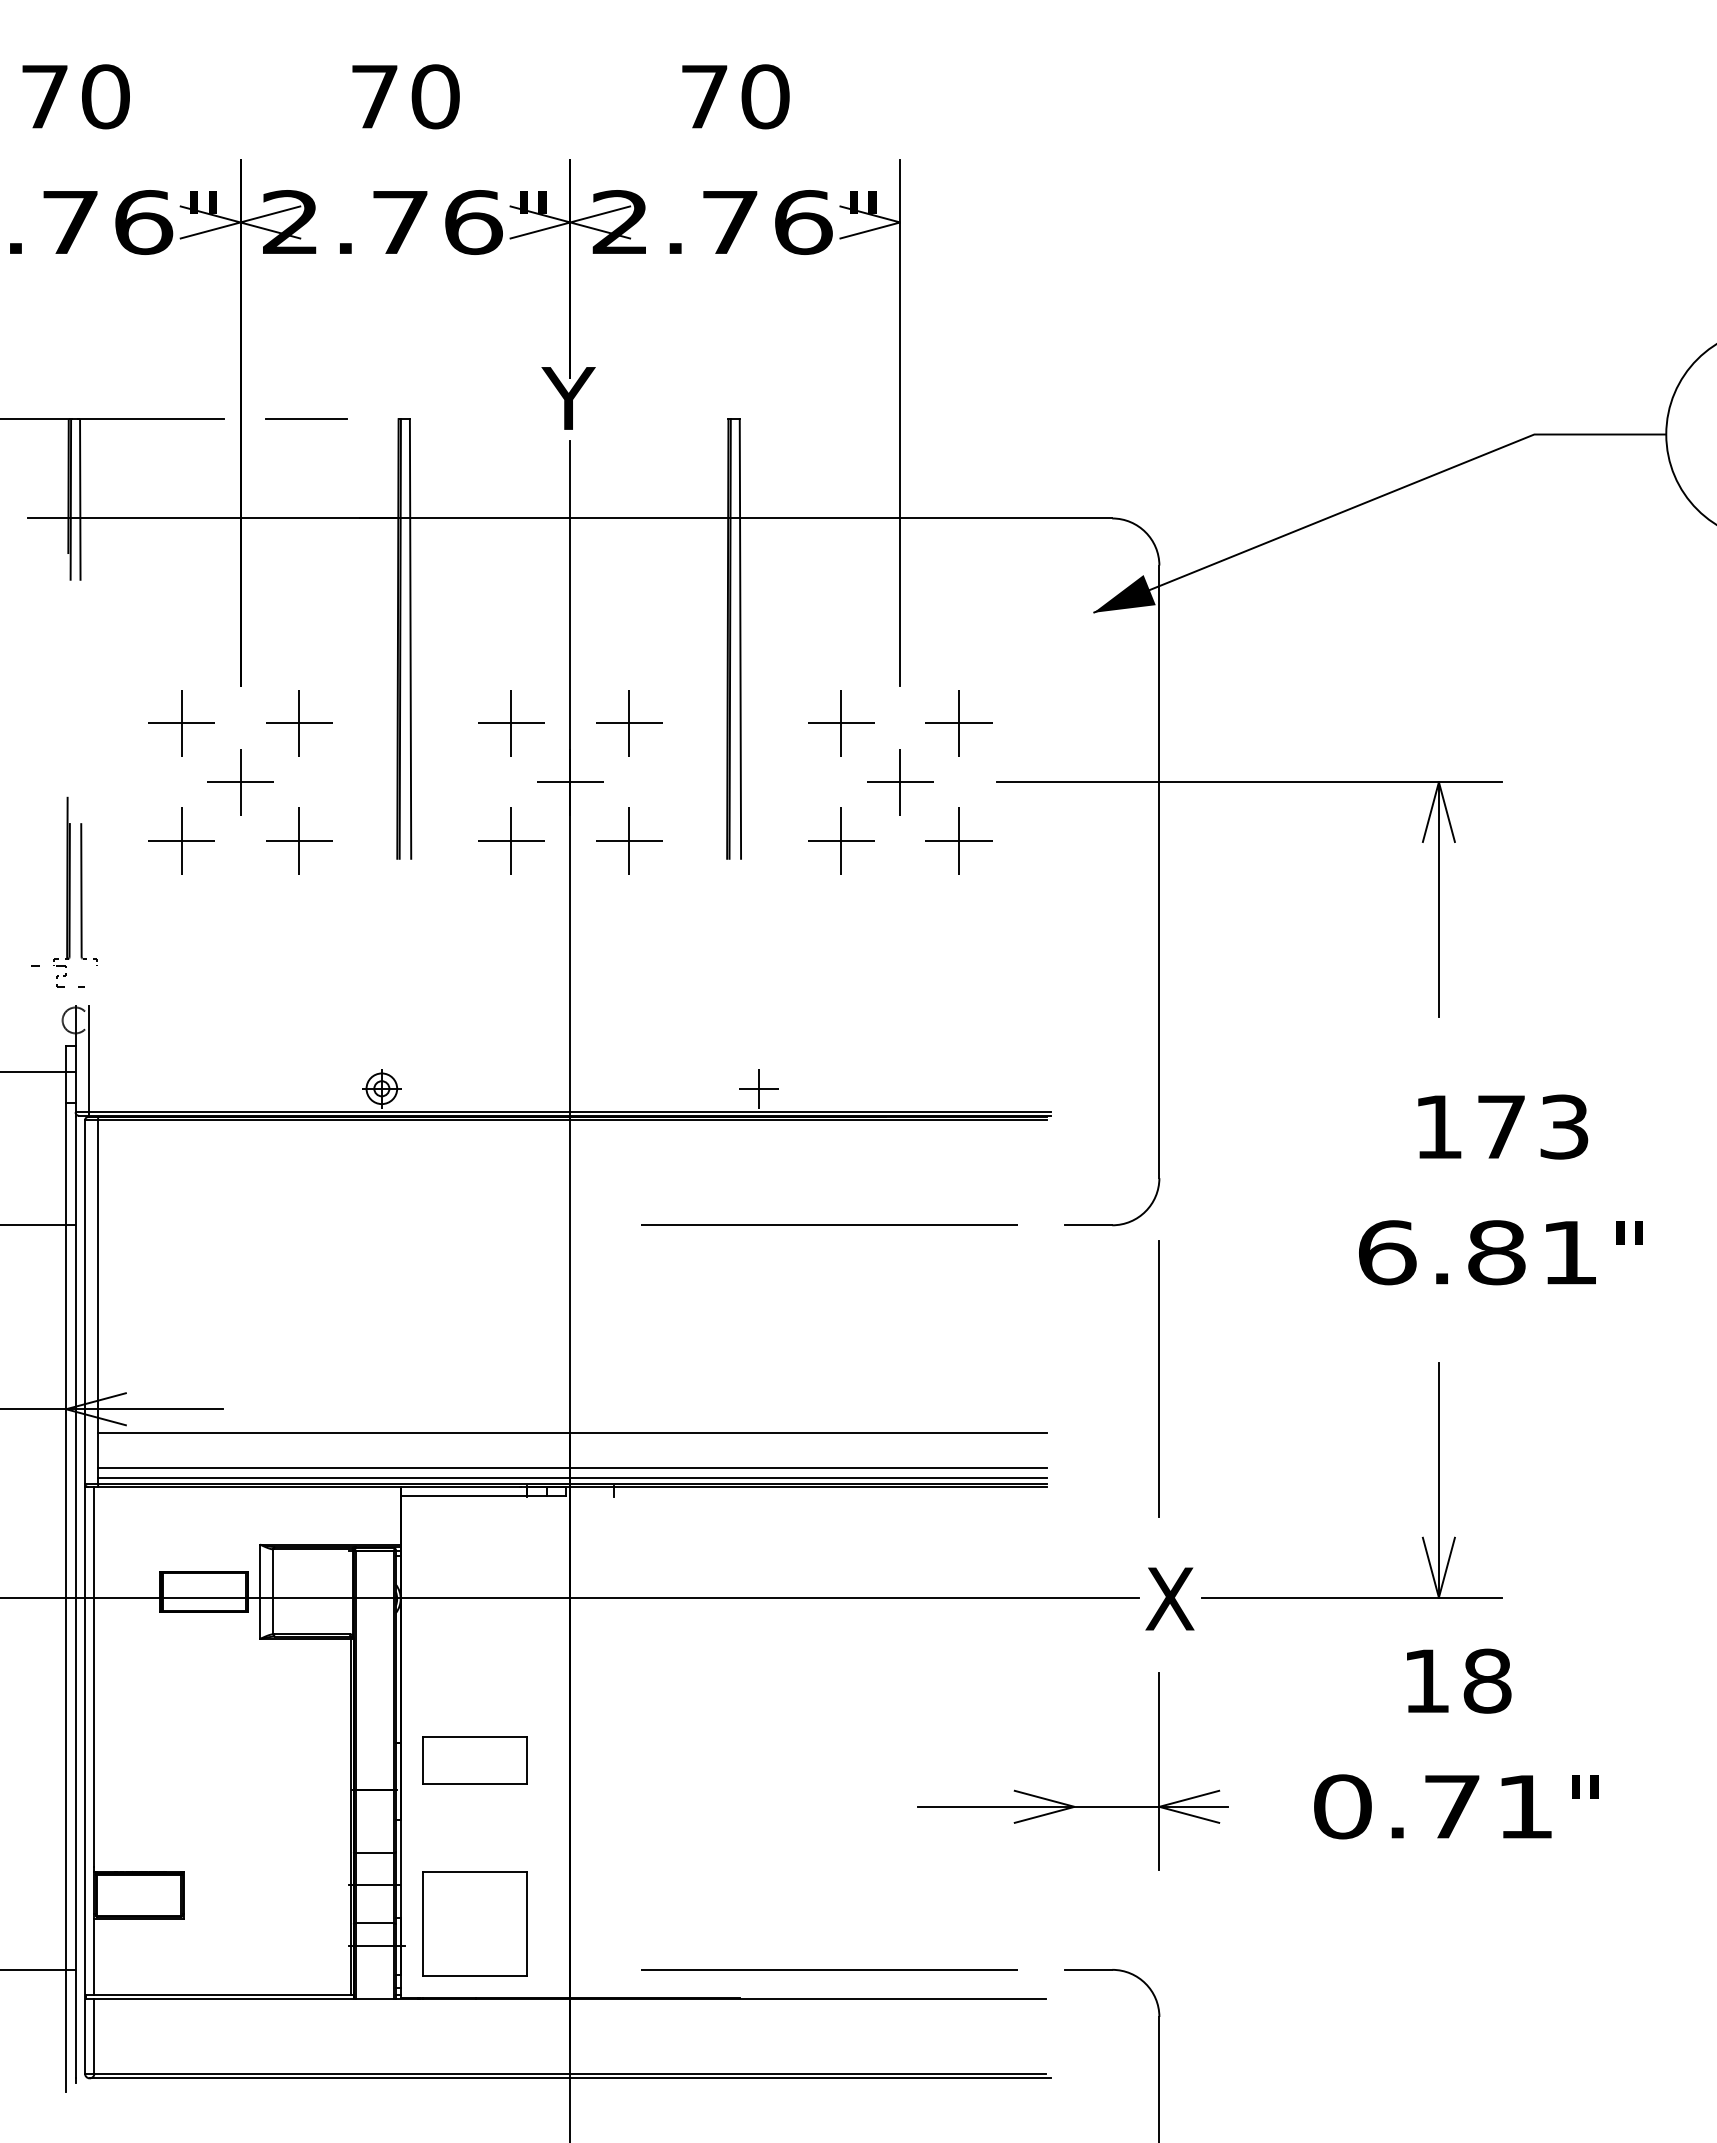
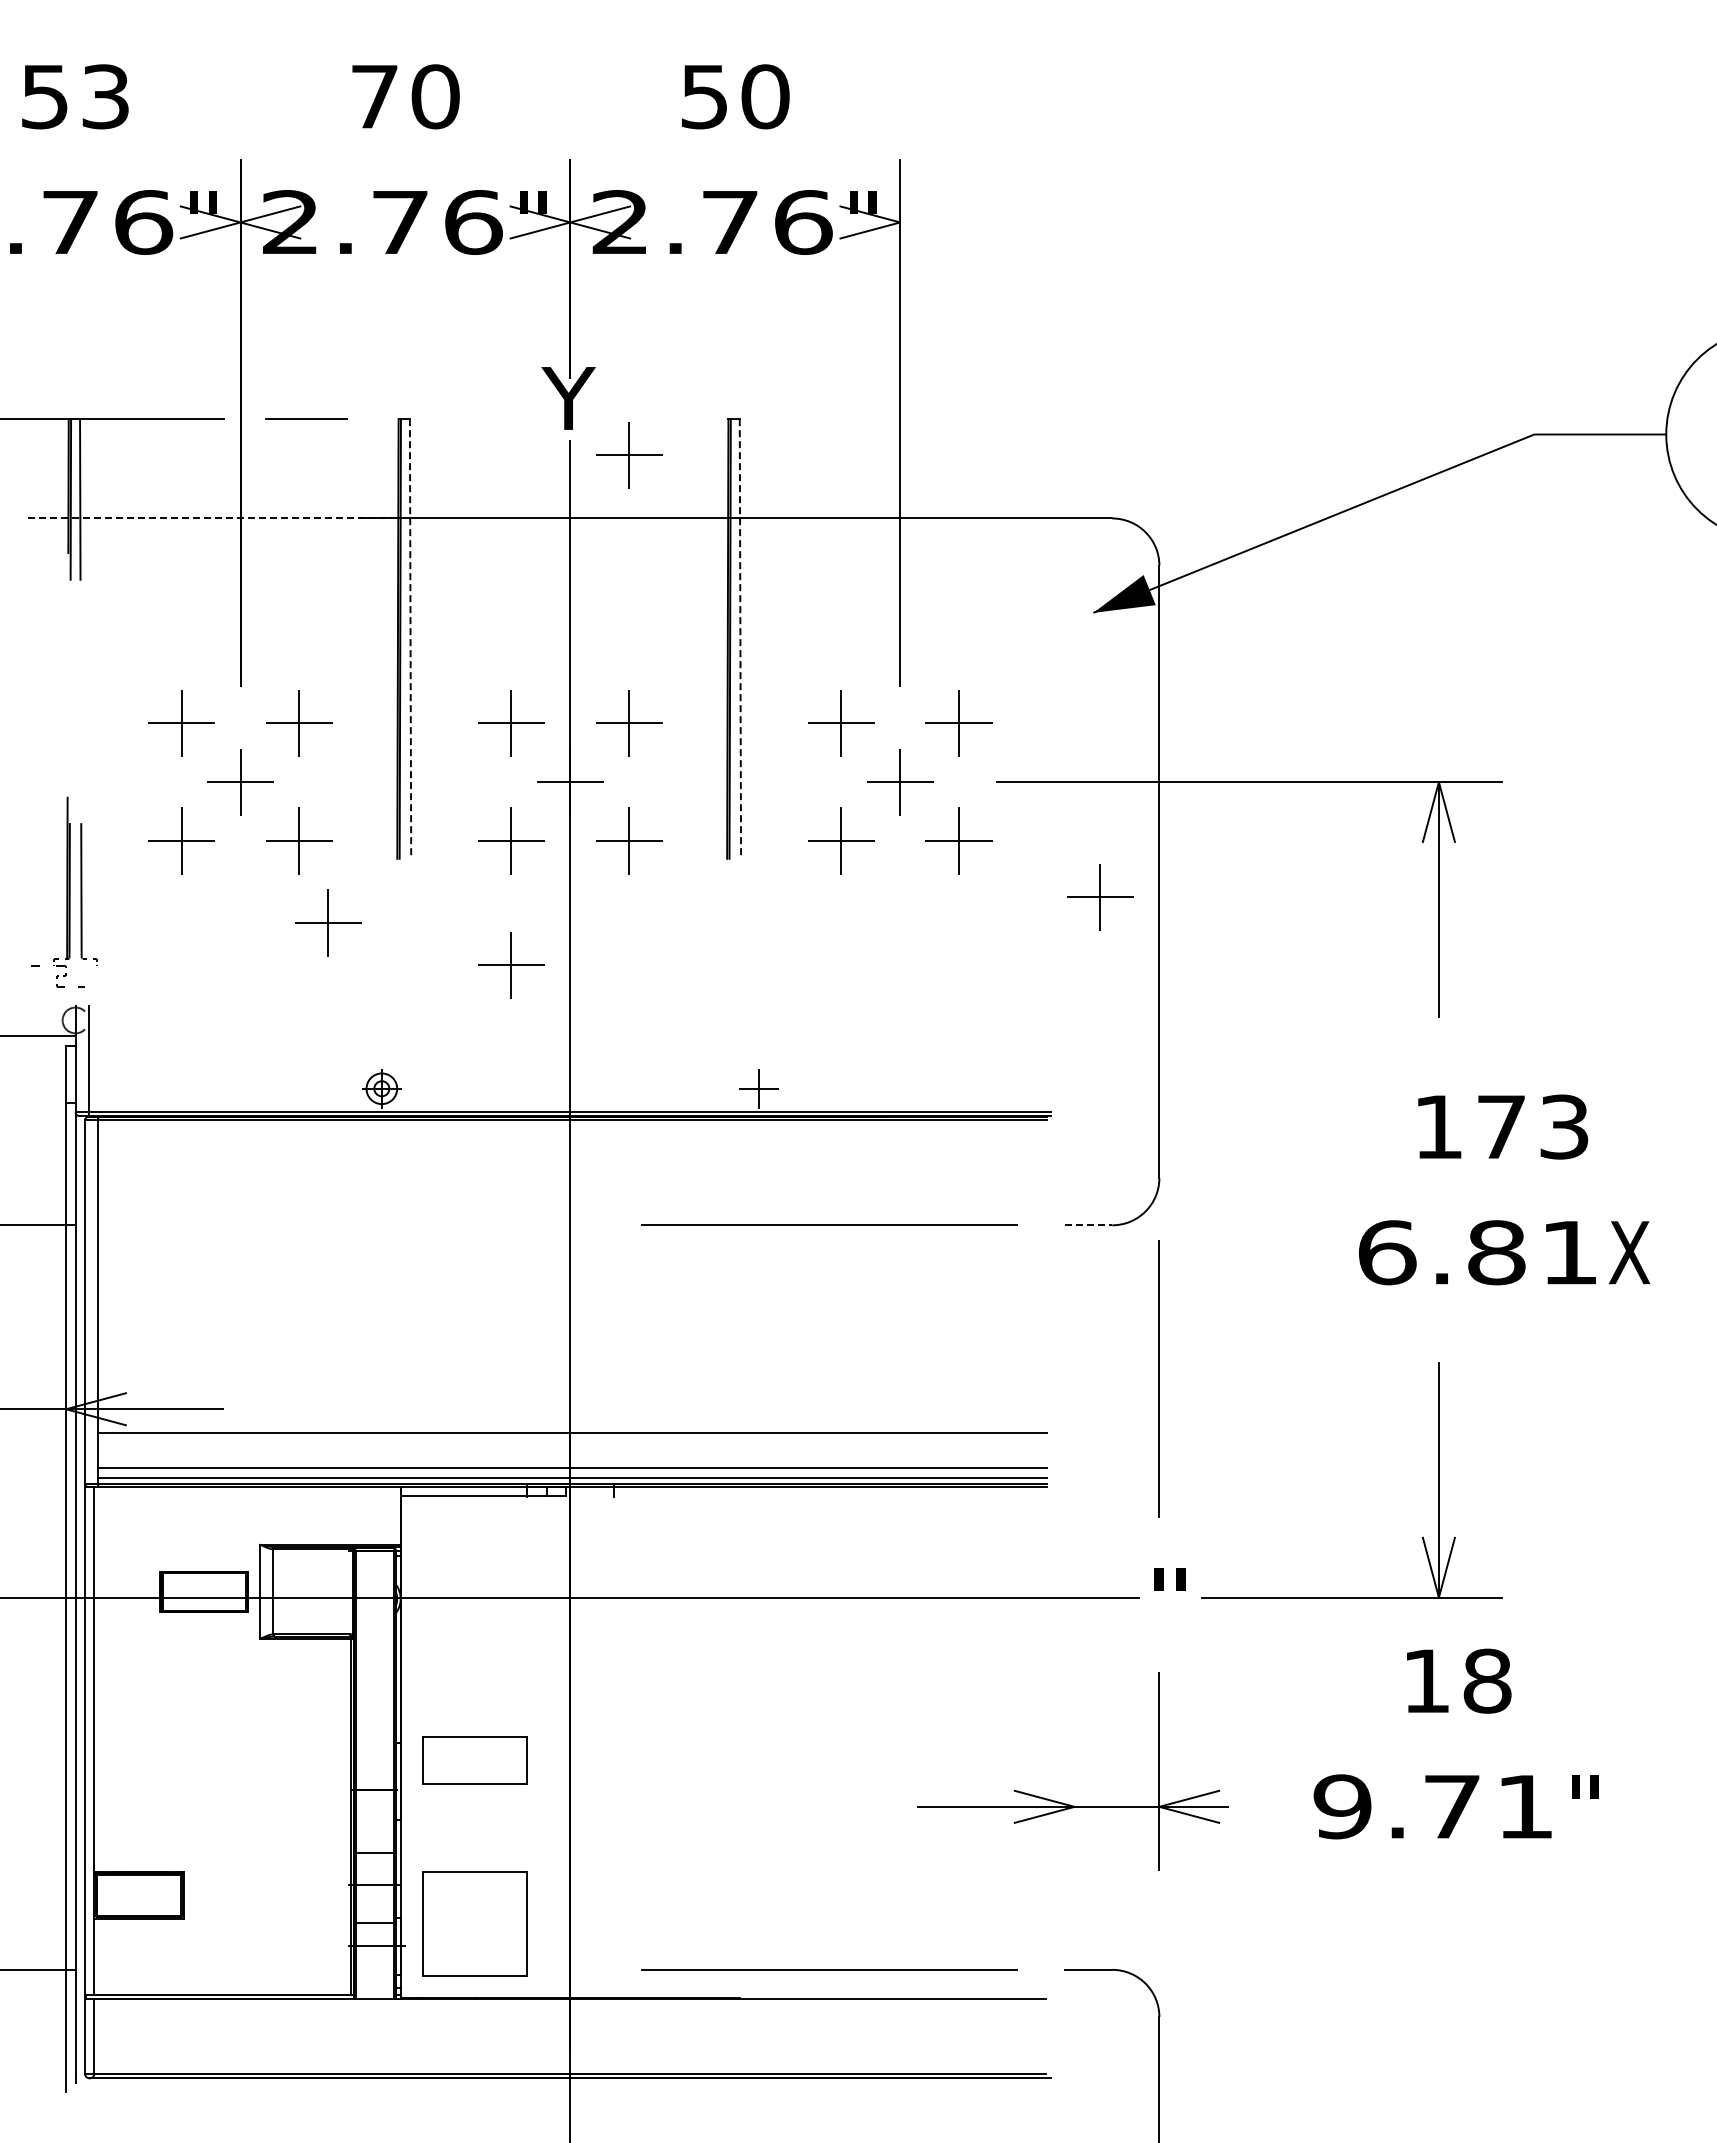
text at (75, 96): 70 -> 53
text at (704, 97): 70 -> 50
part at (629, 455): none -> present
line at (213, 518): solid -> dashed
line at (410, 638): solid -> dashed
line at (740, 638): solid -> dashed
part at (1100, 897): none -> present
part at (328, 922): none -> present
part at (511, 965): none -> present
line at (38, 1072) position: (38, 1072) -> (38, 1036)
line at (1088, 1225): solid -> dashed
text at (1629, 1252): " -> X
text at (1169, 1598): X -> "
text at (1342, 1806): 0.71 -> 9.71
